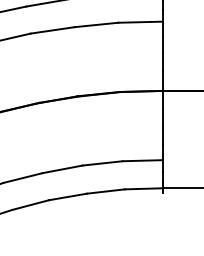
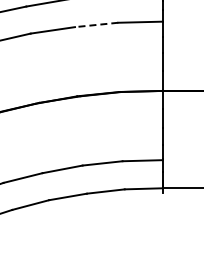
line at (96, 24): solid -> dashed
